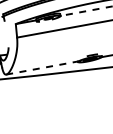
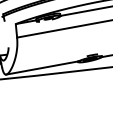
line at (85, 11): dashed -> solid
line at (42, 68): dashed -> solid
